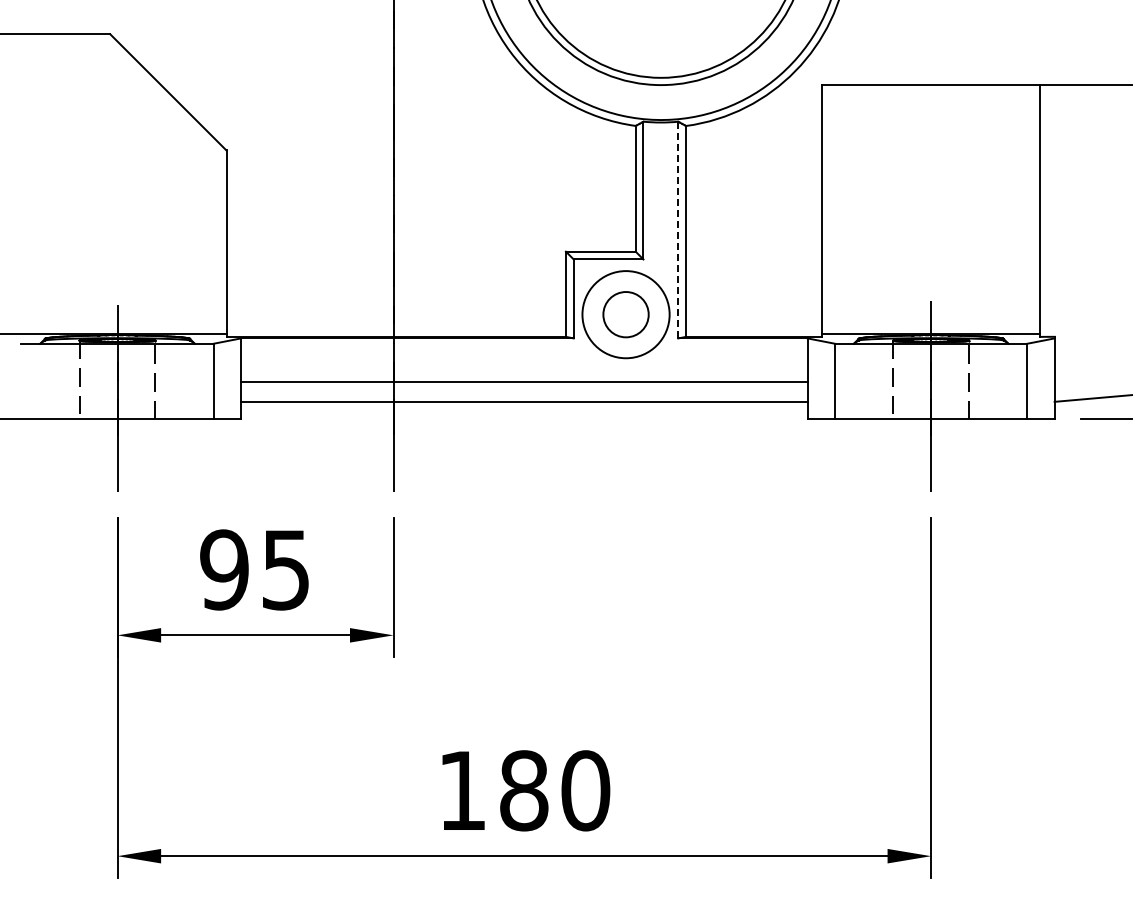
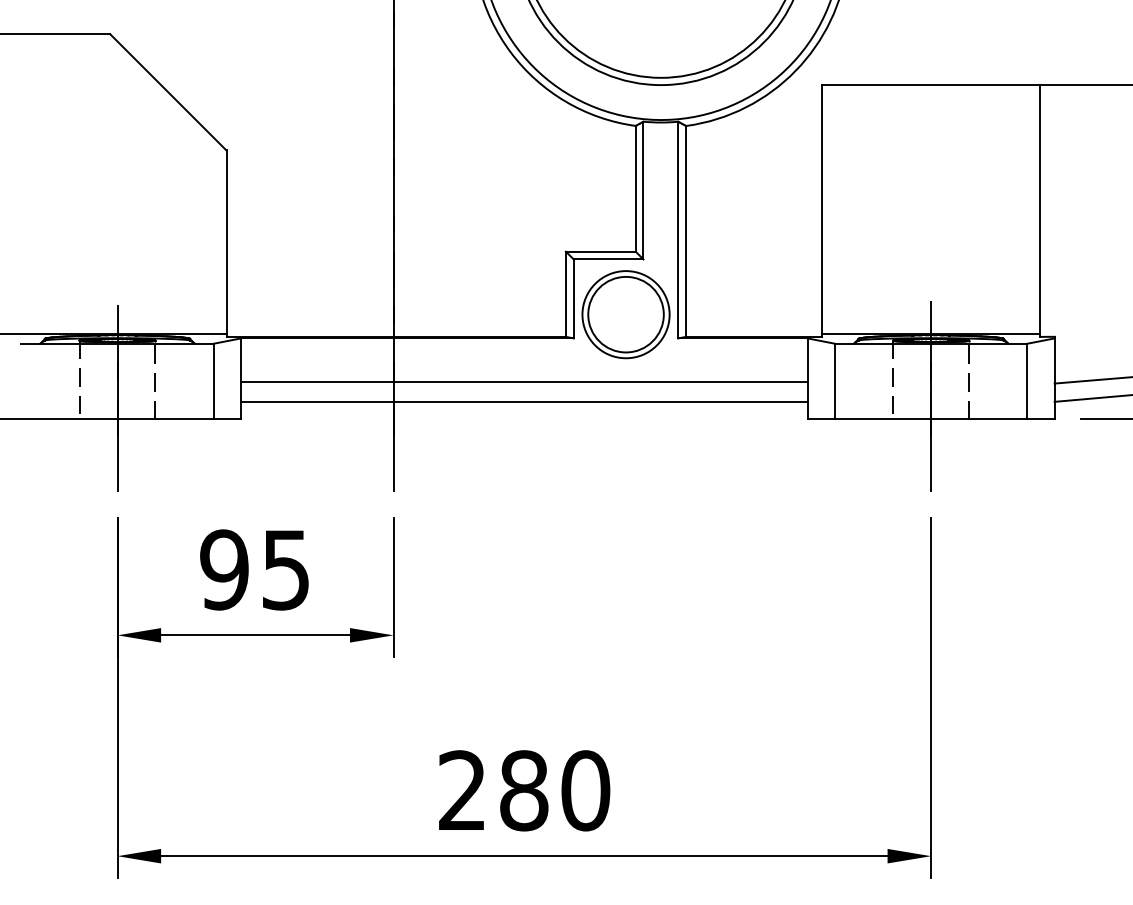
line at (678, 230): dashed -> solid
circle at (625, 314) diameter: 45 px -> 76 px
line at (1091, 380): none -> present
text at (461, 789): 180 -> 280
